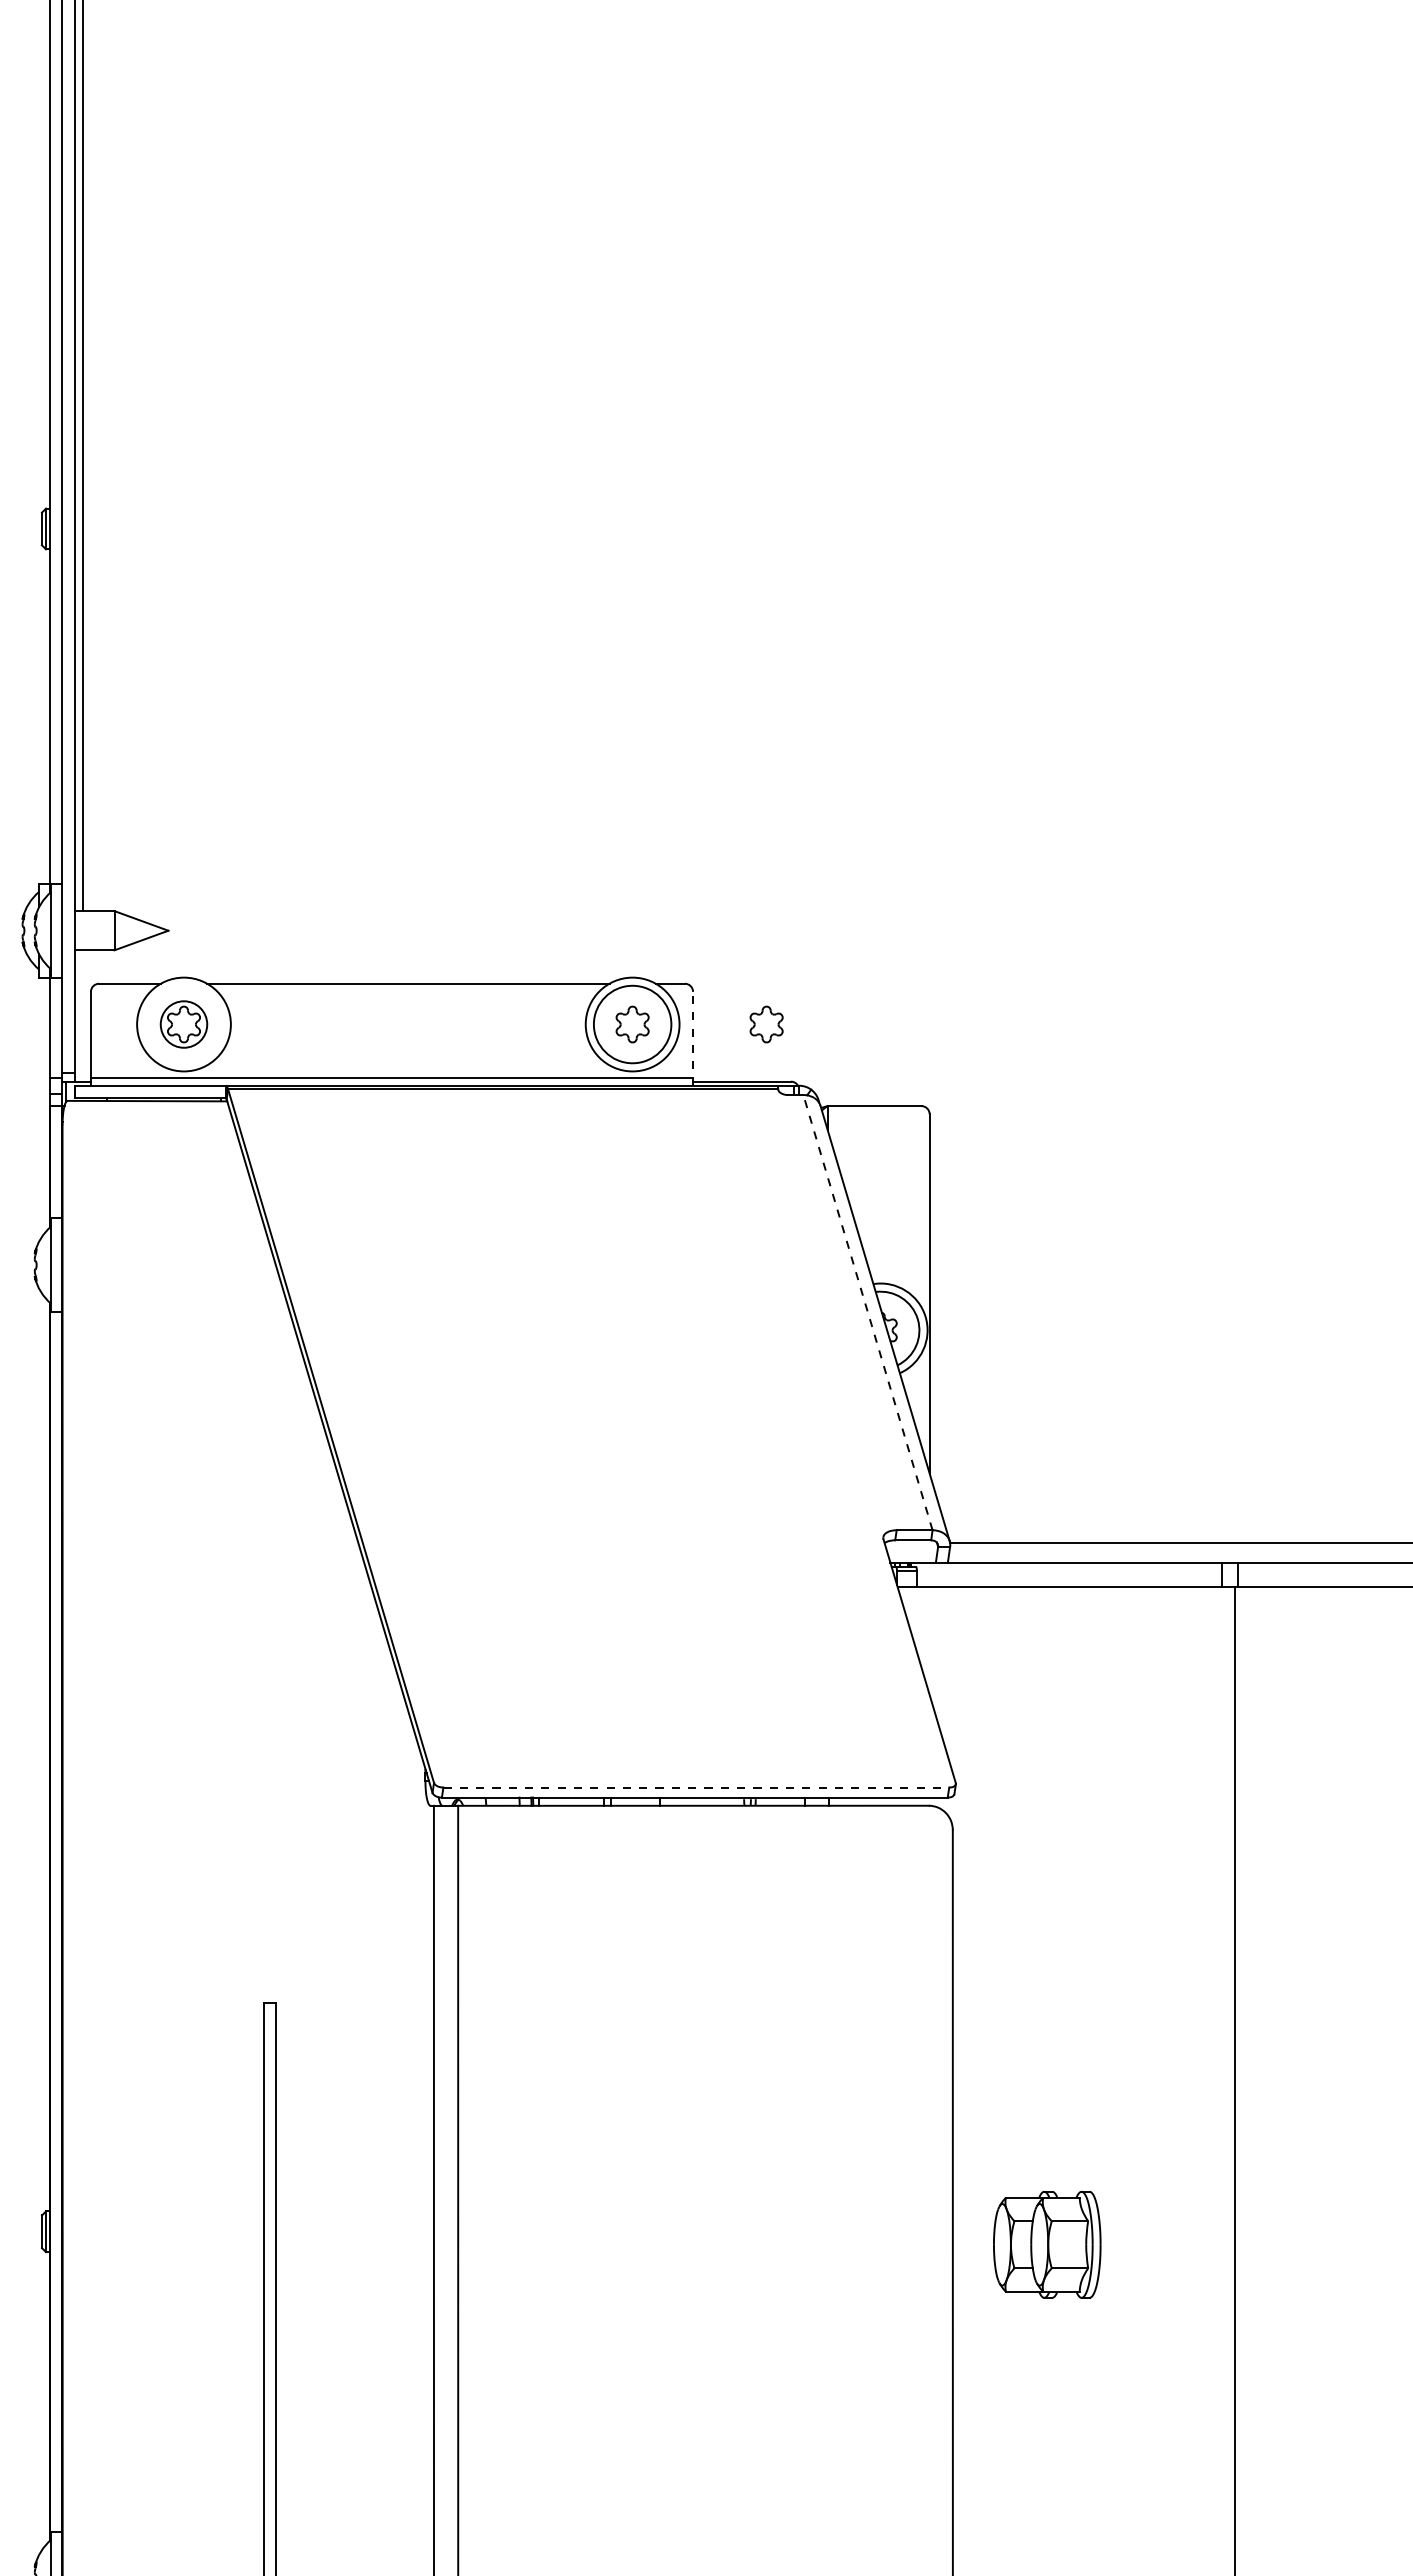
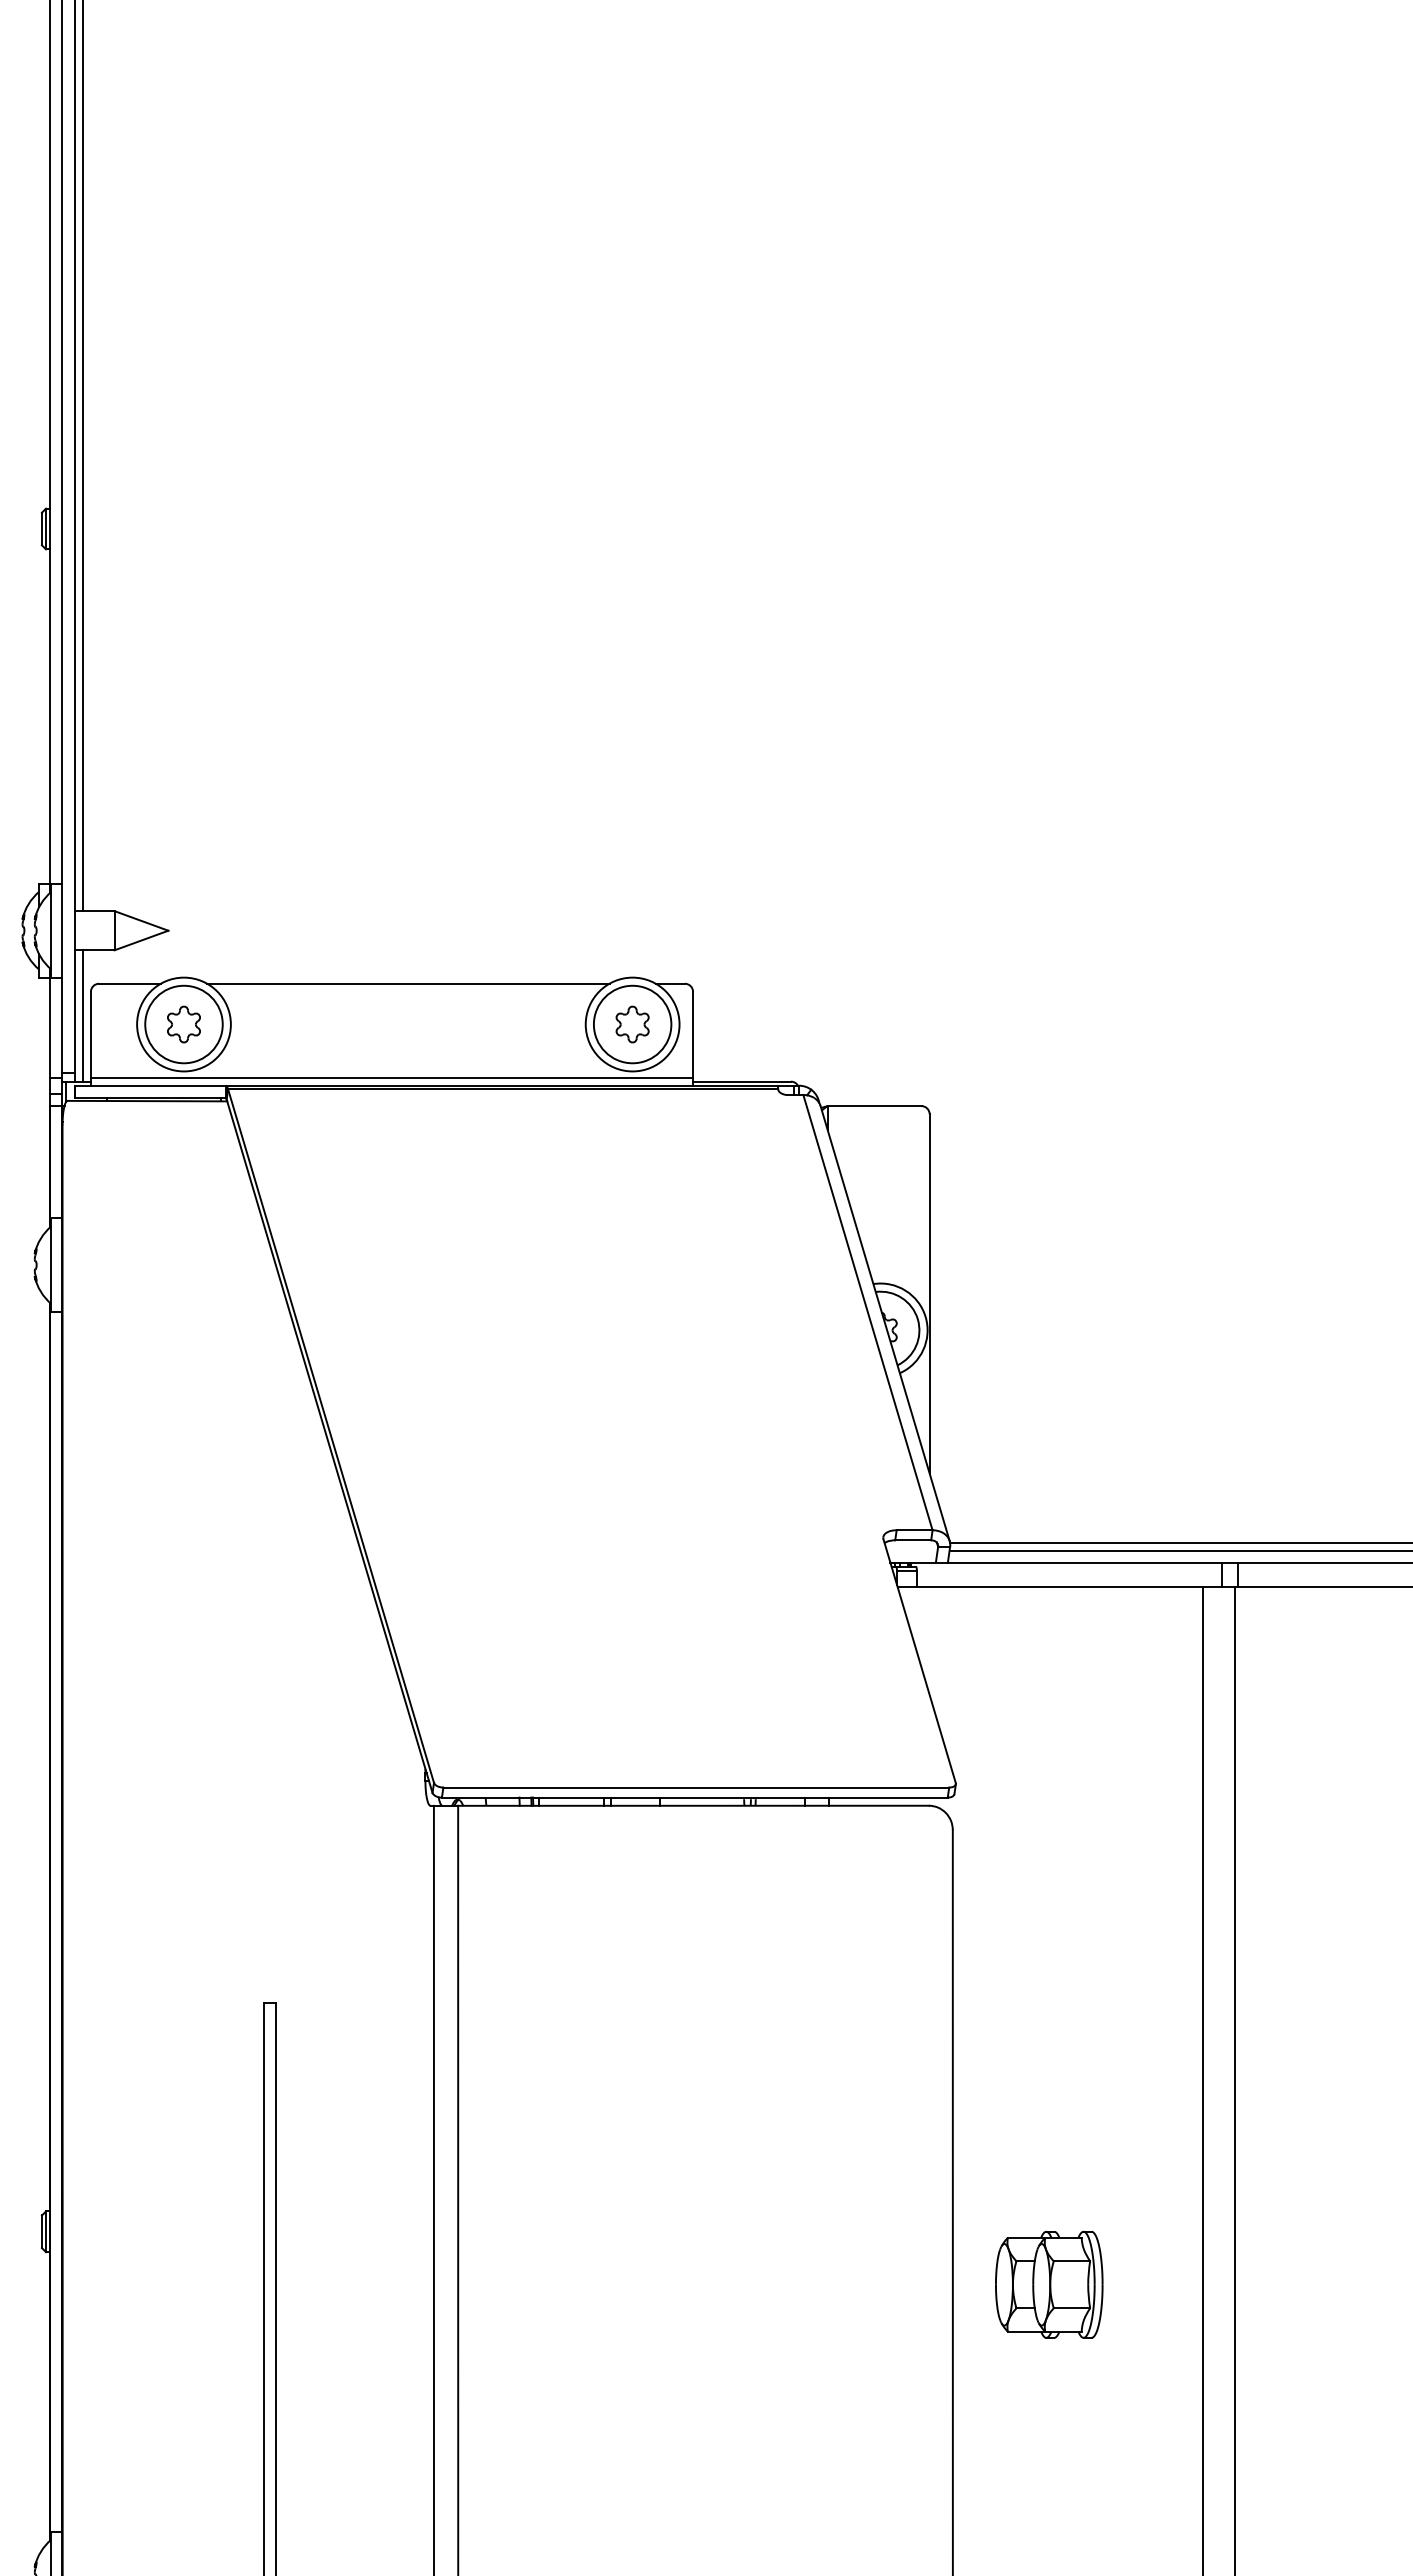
line at (82, 1015): none -> present
circle at (183, 1024) diameter: 46 px -> 77 px
part at (766, 1024): present -> none
line at (693, 1038): dashed -> solid
line at (867, 1312): dashed -> solid
line at (1179, 1550): none -> present
line at (696, 1787): dashed -> solid
line at (1202, 2079): none -> present
part at (1047, 2244) position: (1047, 2244) -> (1049, 2284)
